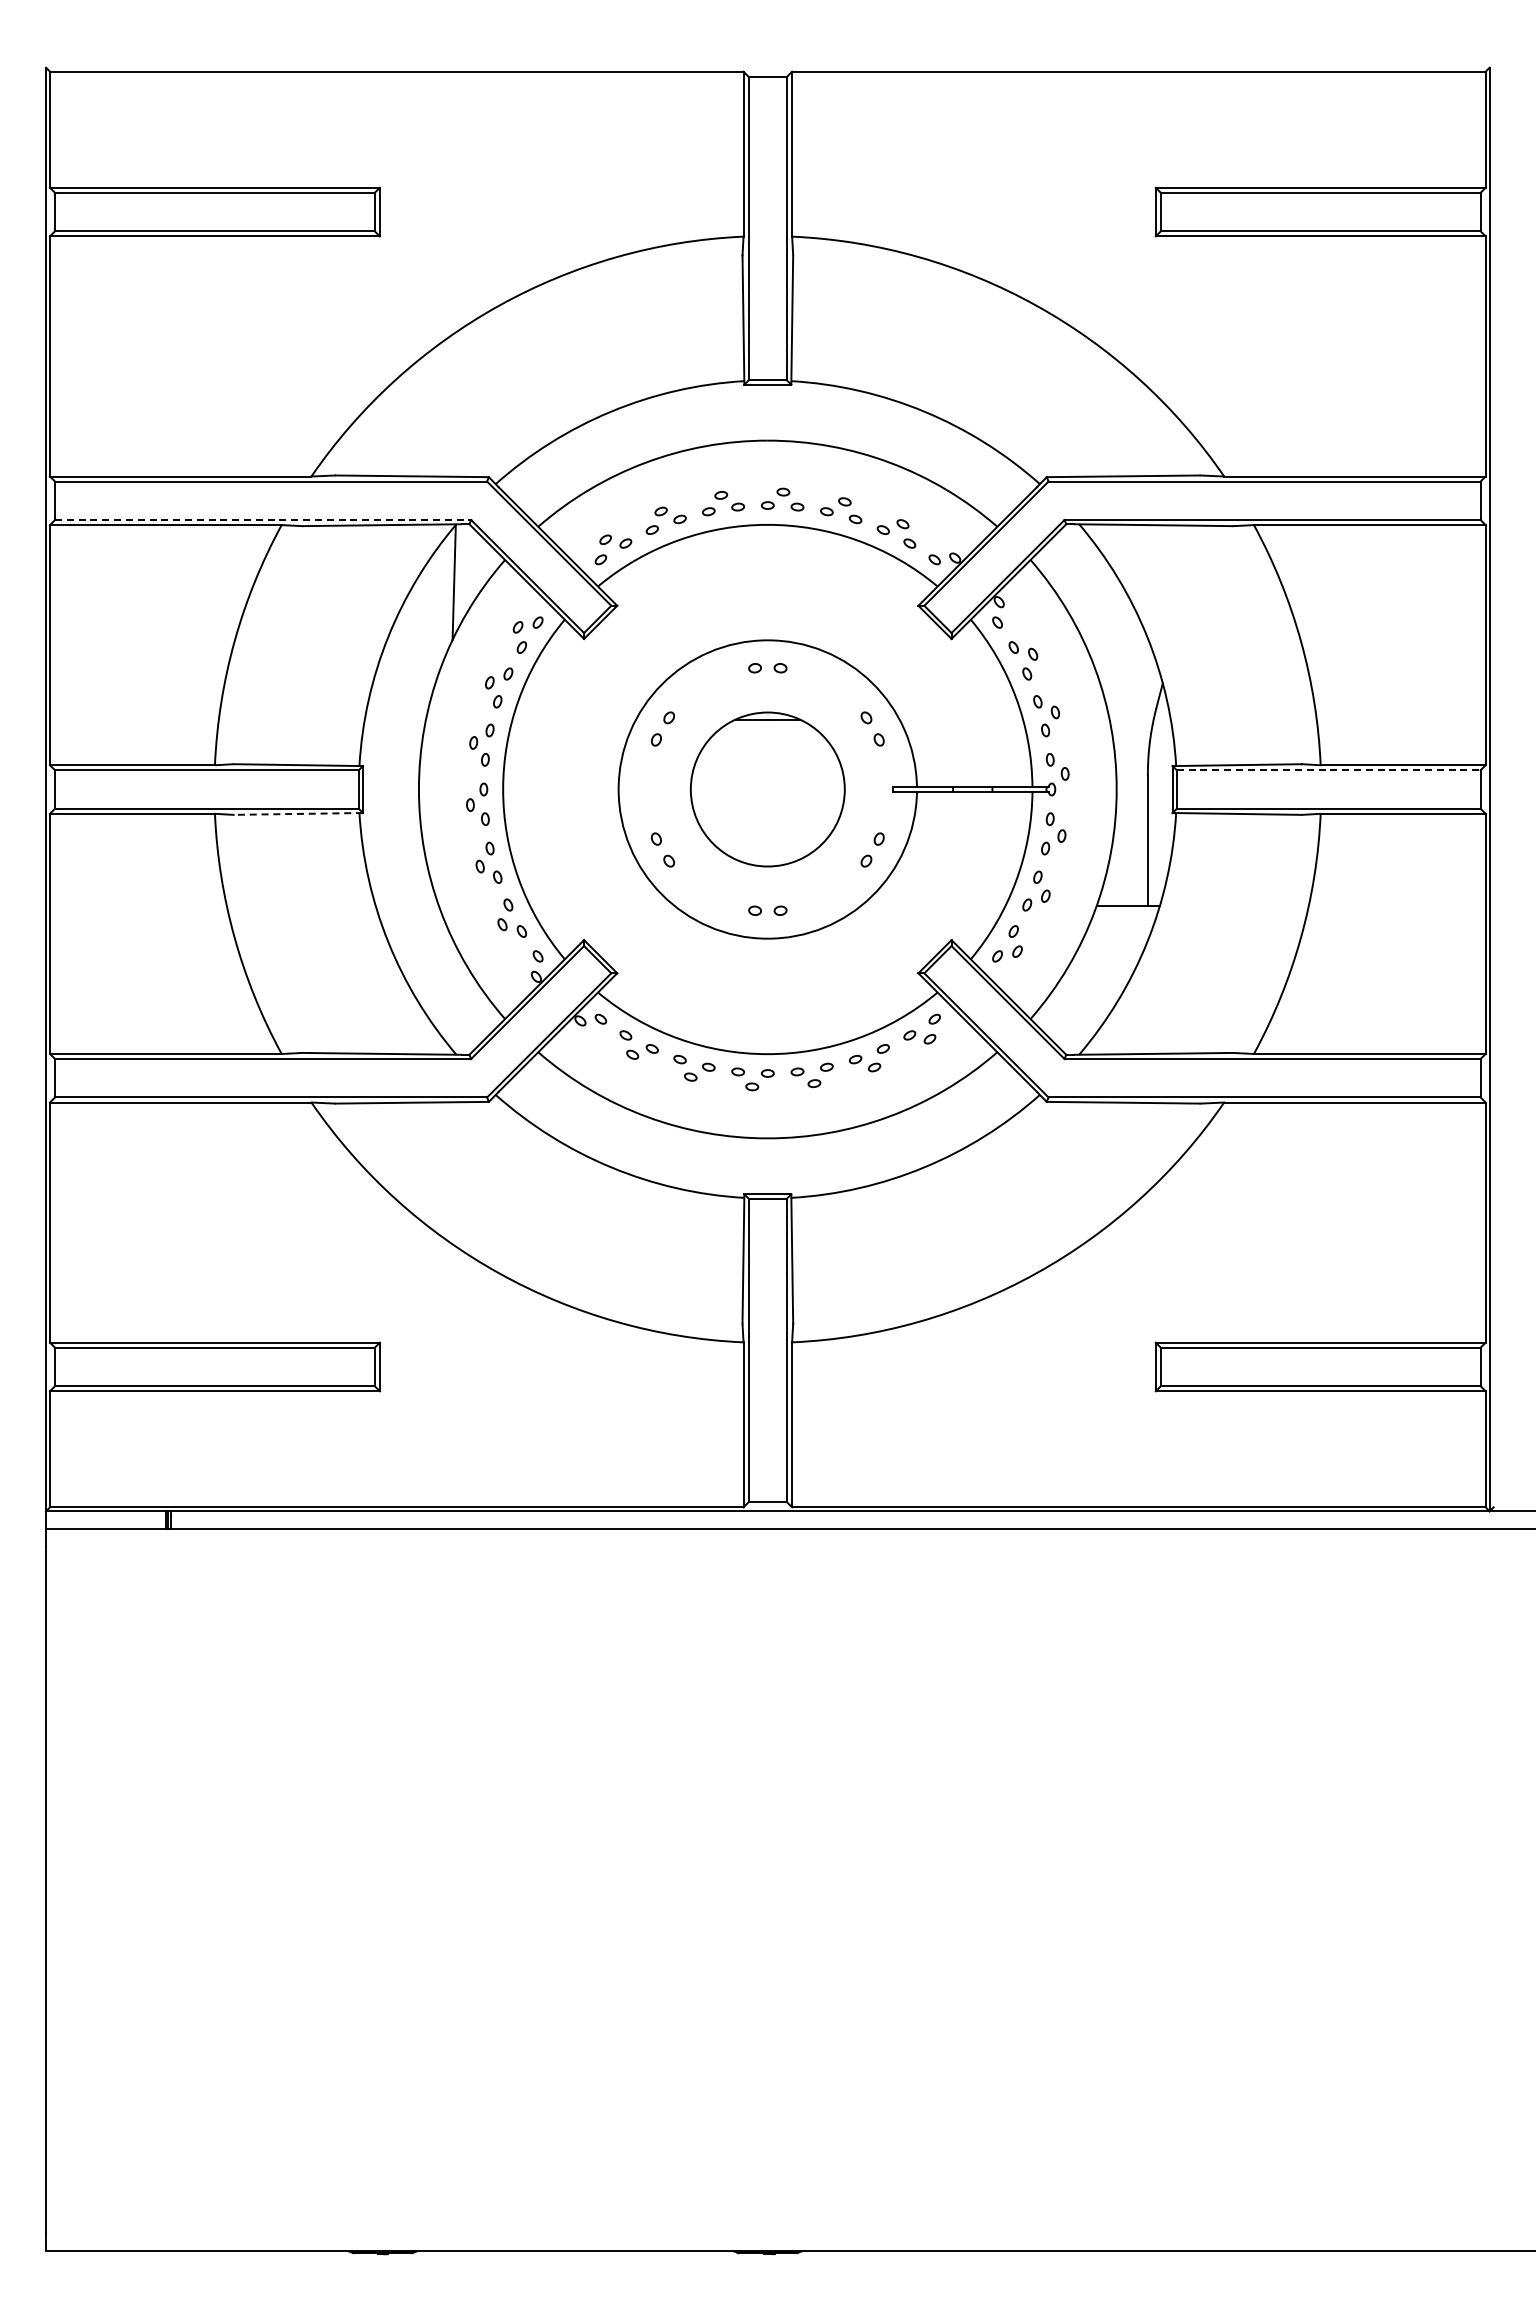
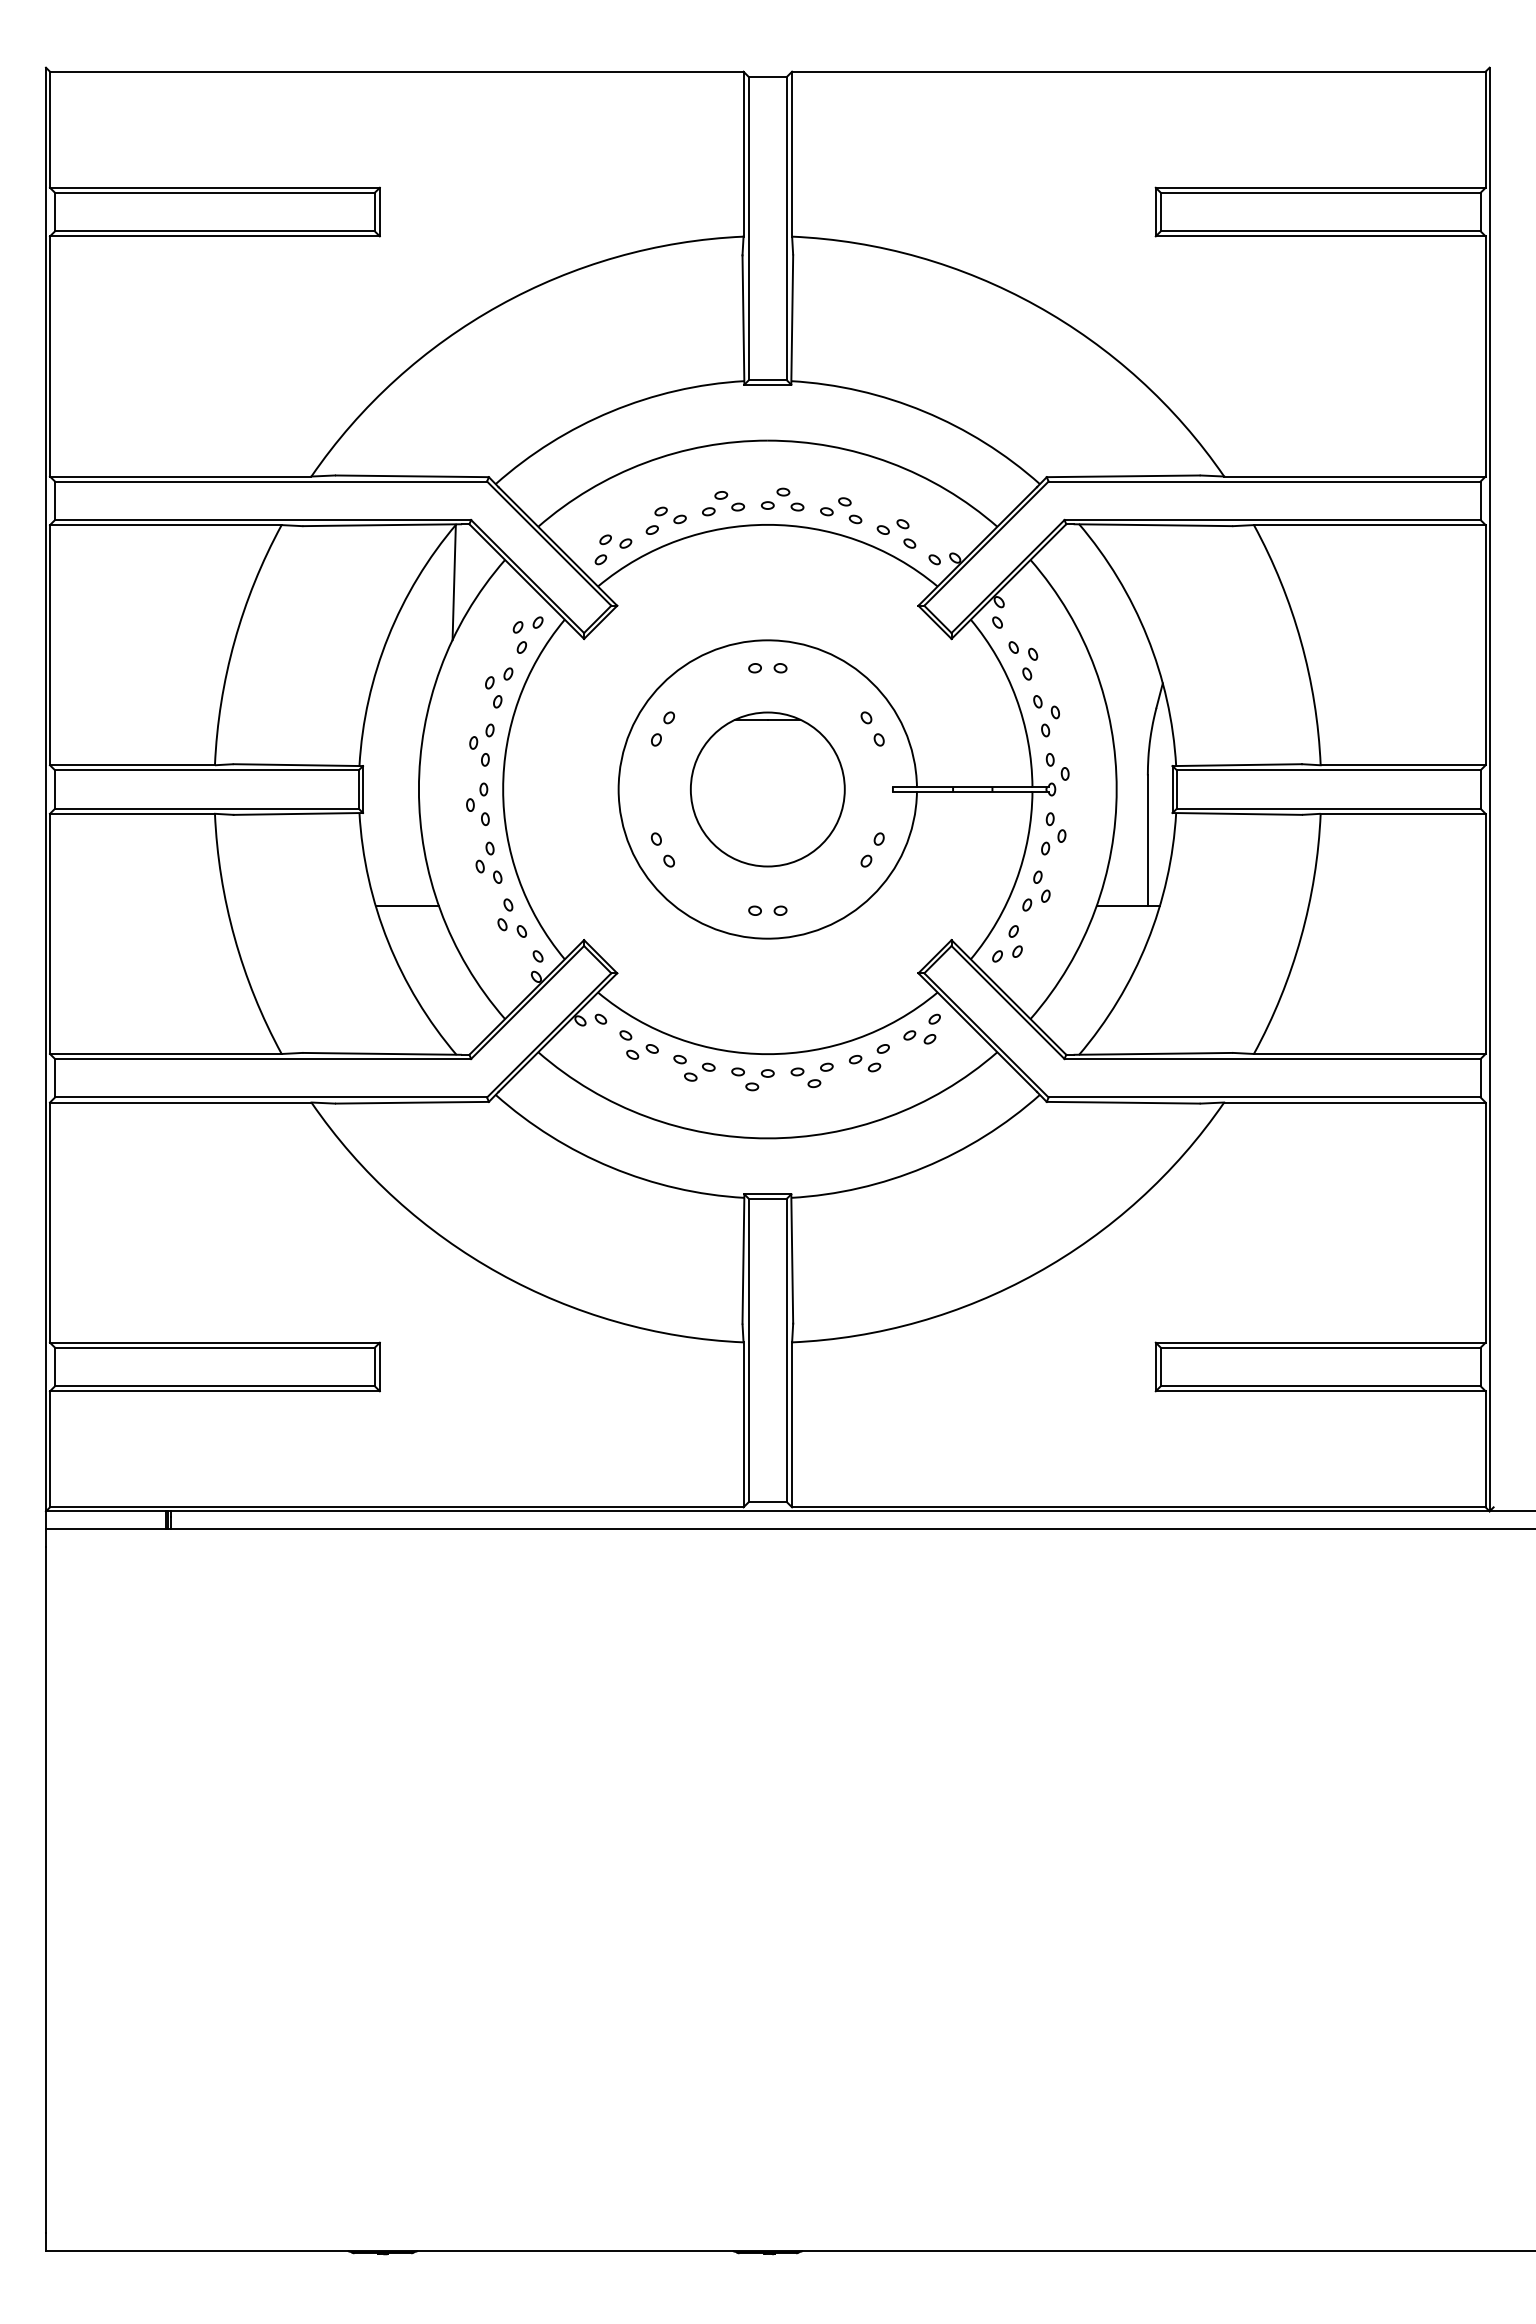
line at (263, 520): dashed -> solid
line at (1328, 770): dashed -> solid
line at (298, 813): dashed -> solid
line at (406, 905): none -> present
